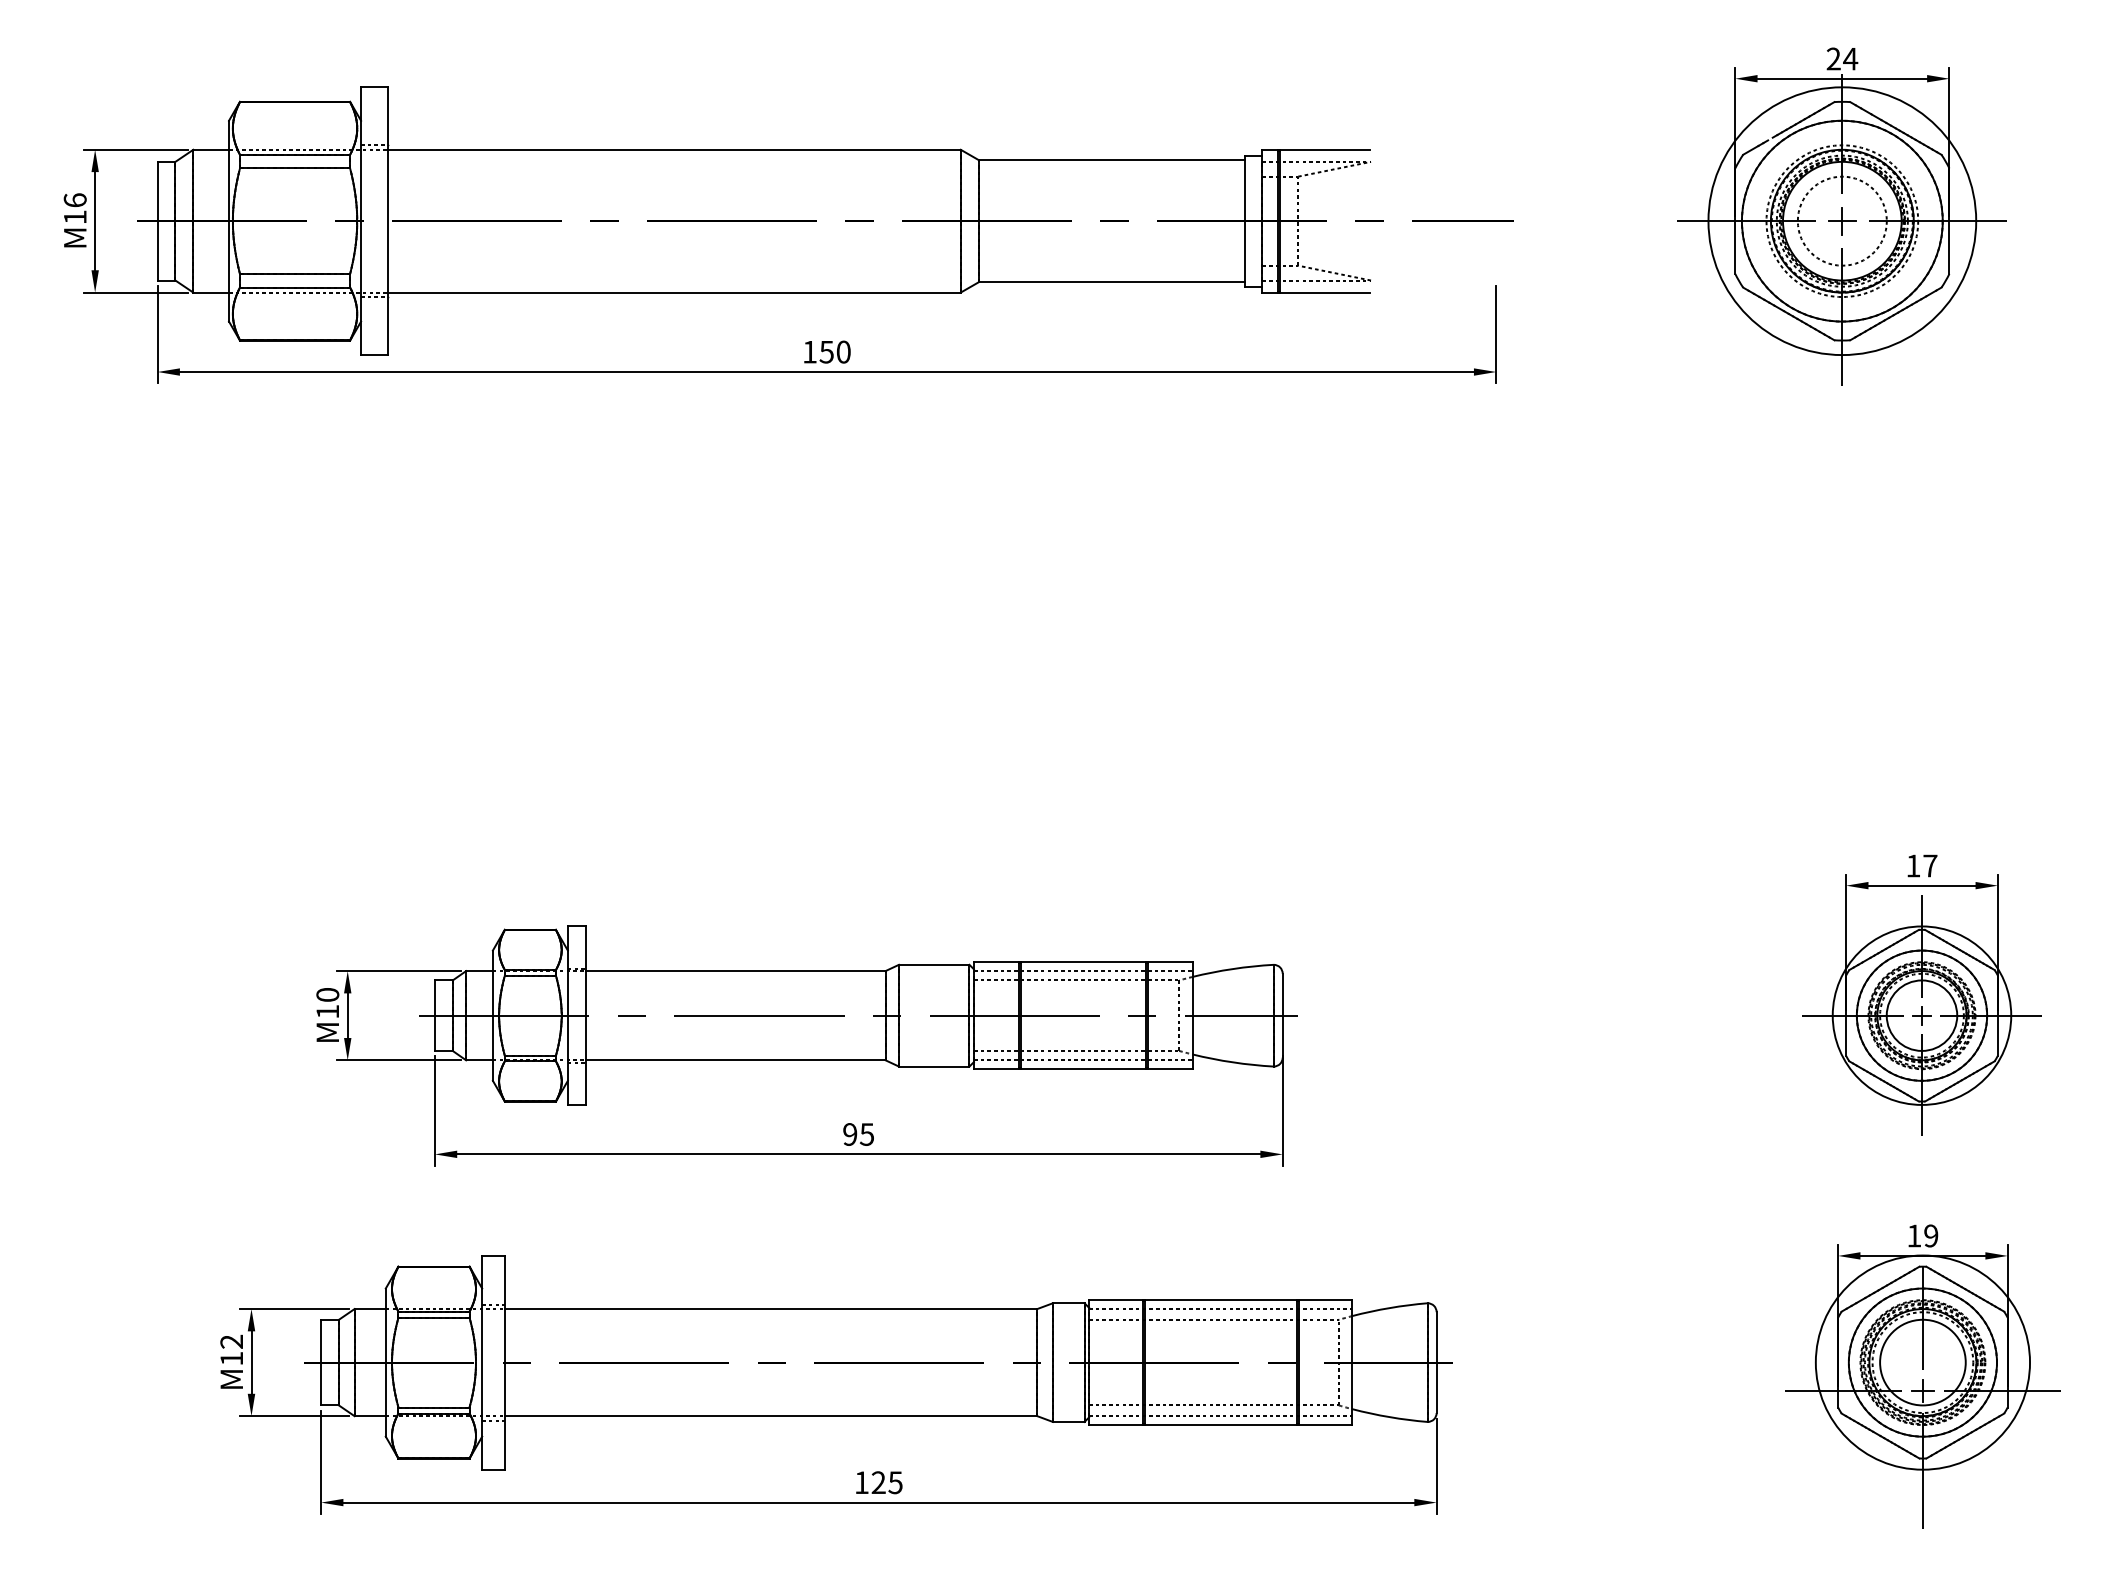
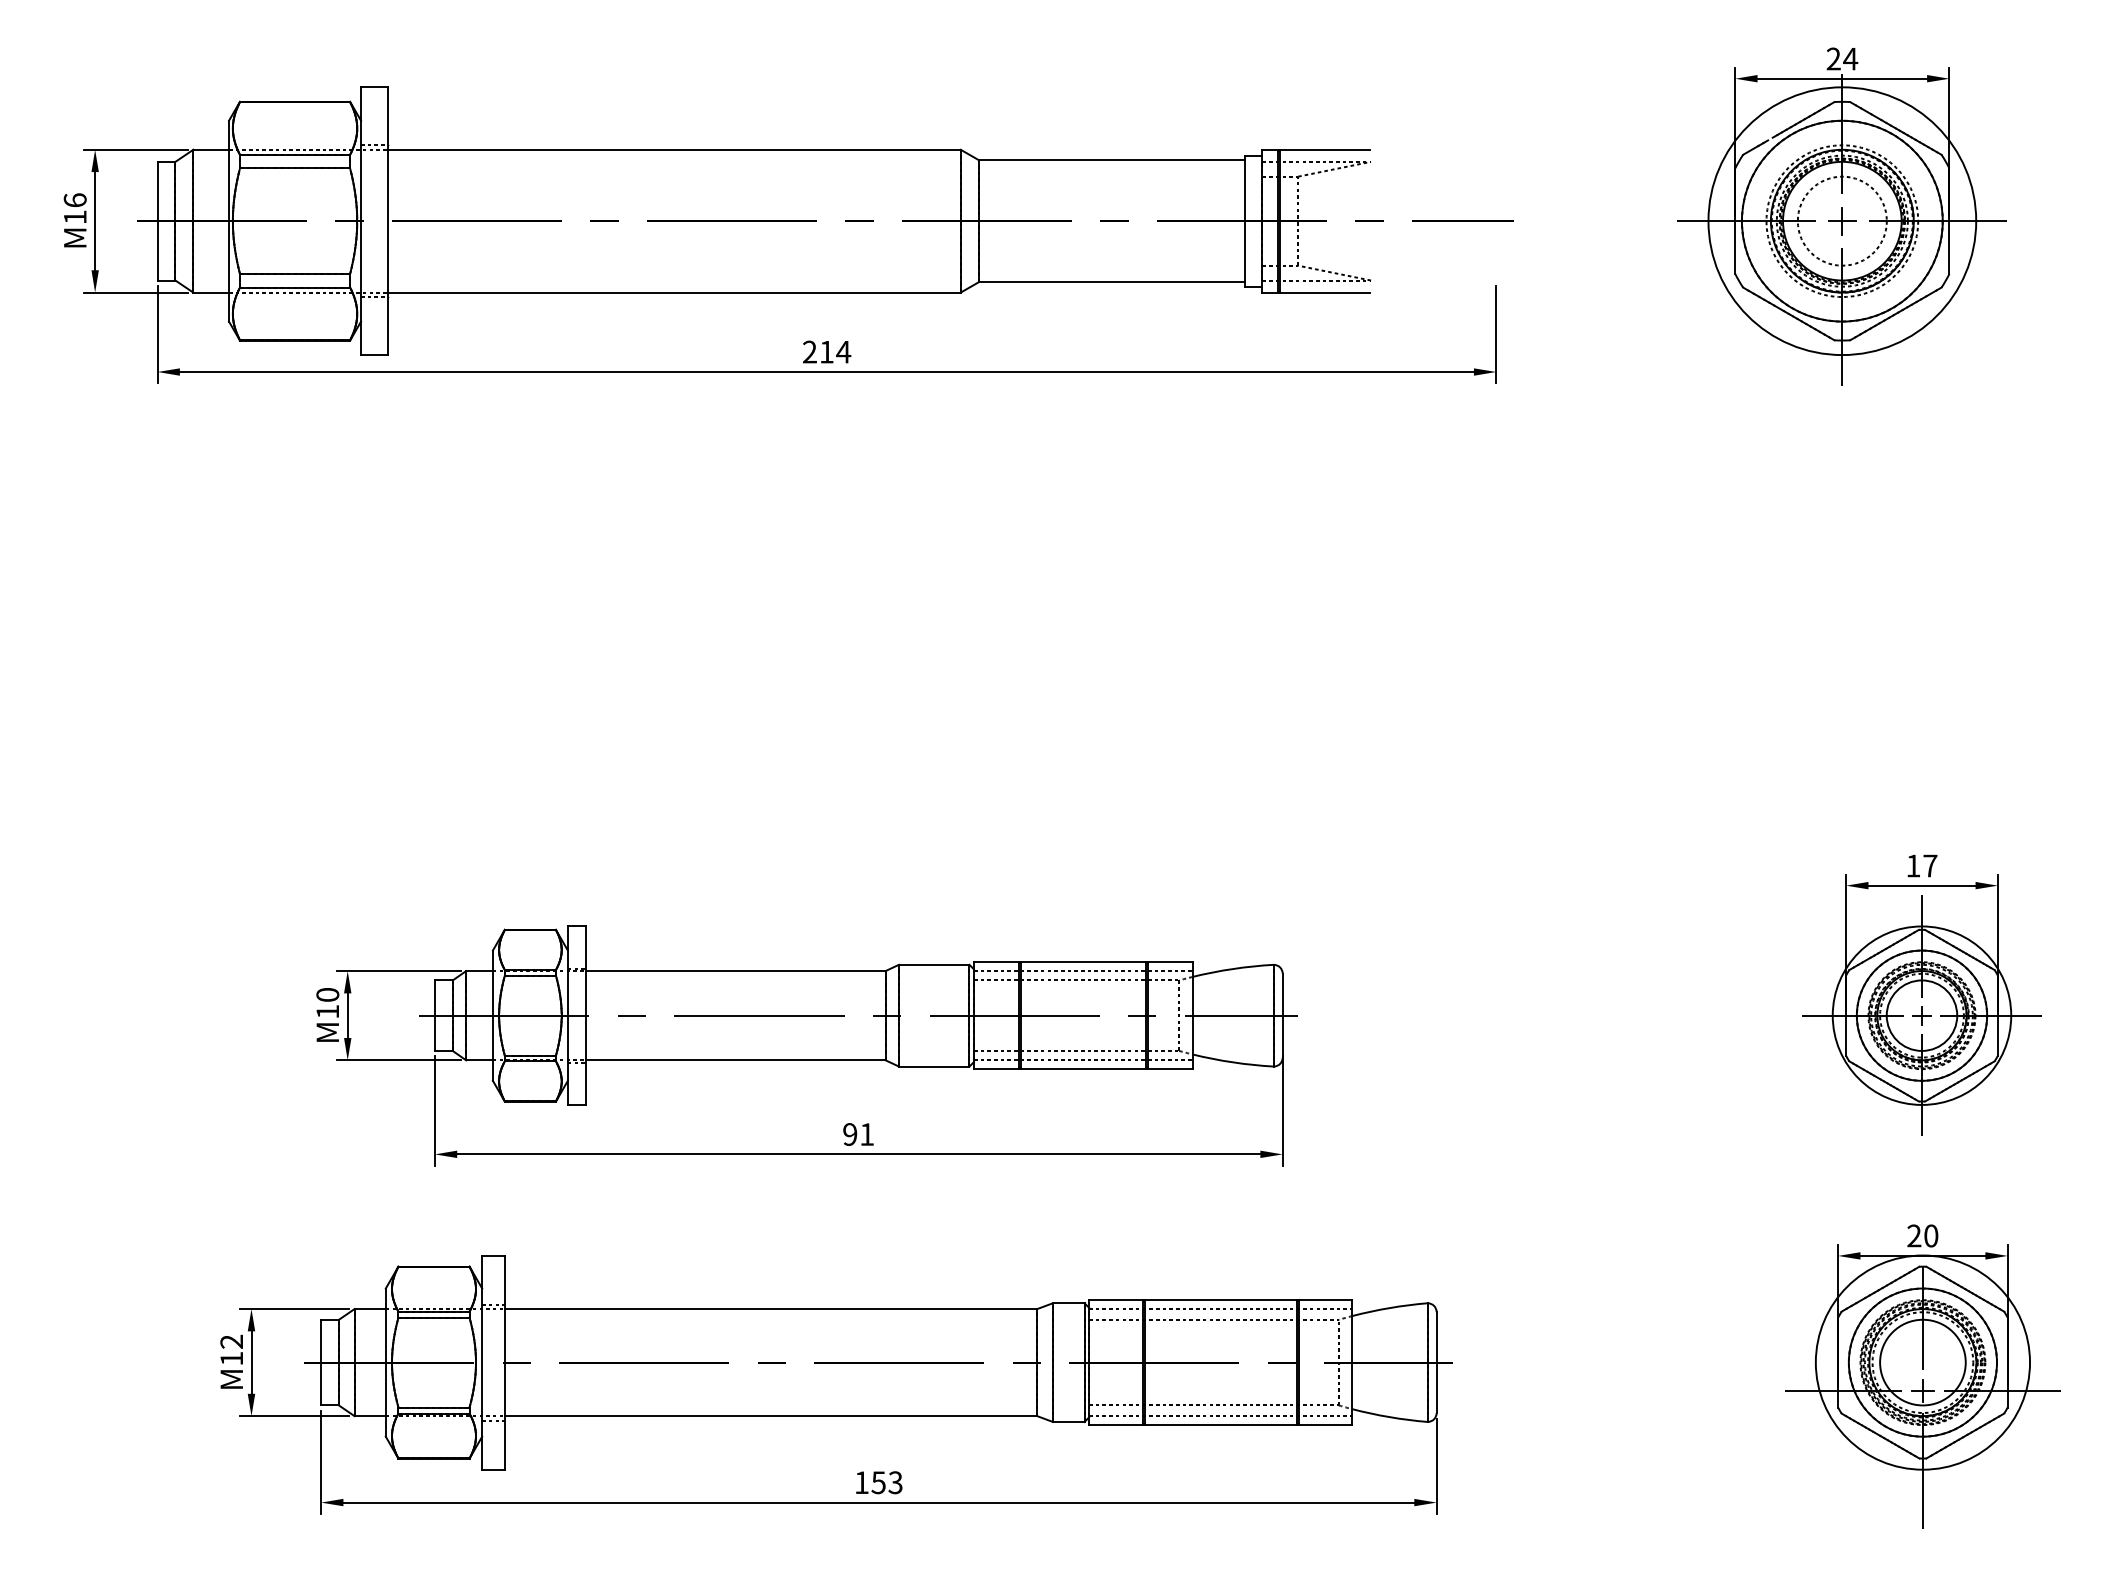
text at (827, 351): 150 -> 214
text at (866, 1134): 95 -> 91
text at (1922, 1235): 19 -> 20
text at (886, 1482): 125 -> 153
